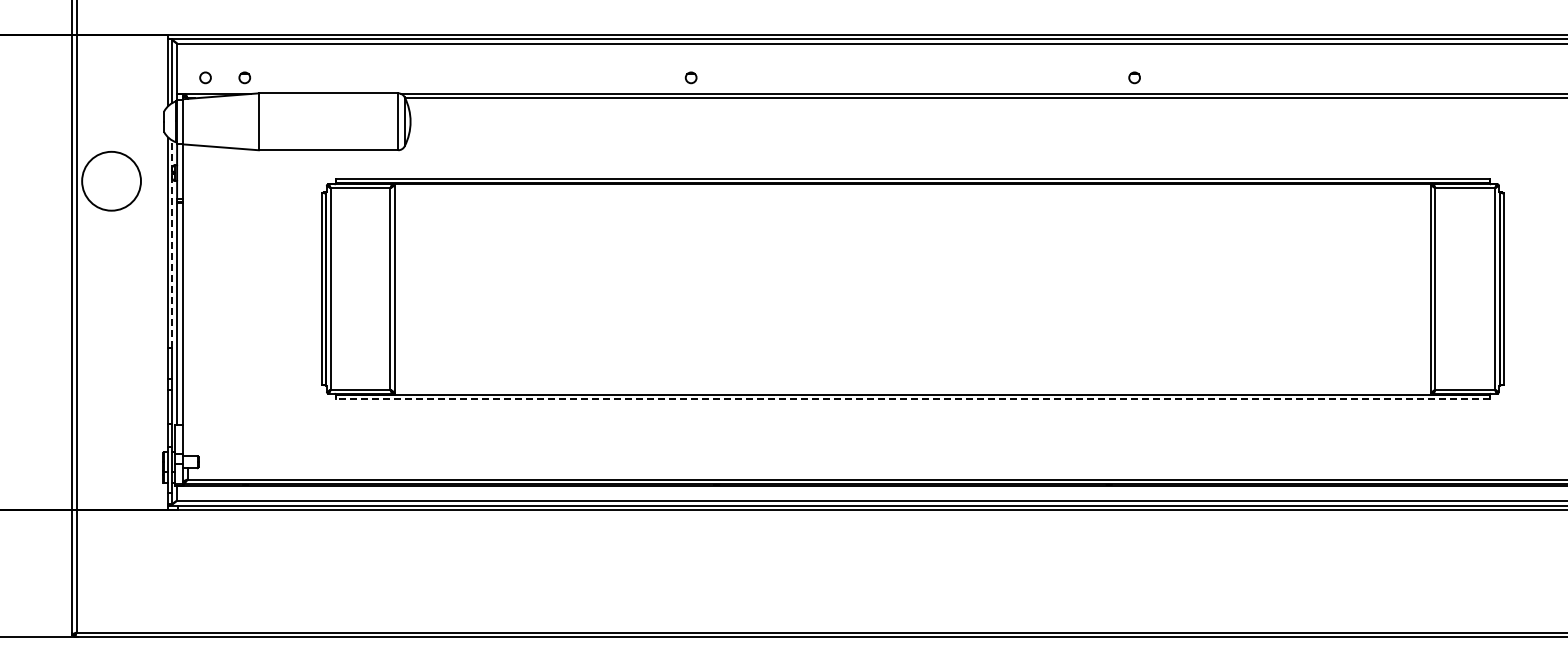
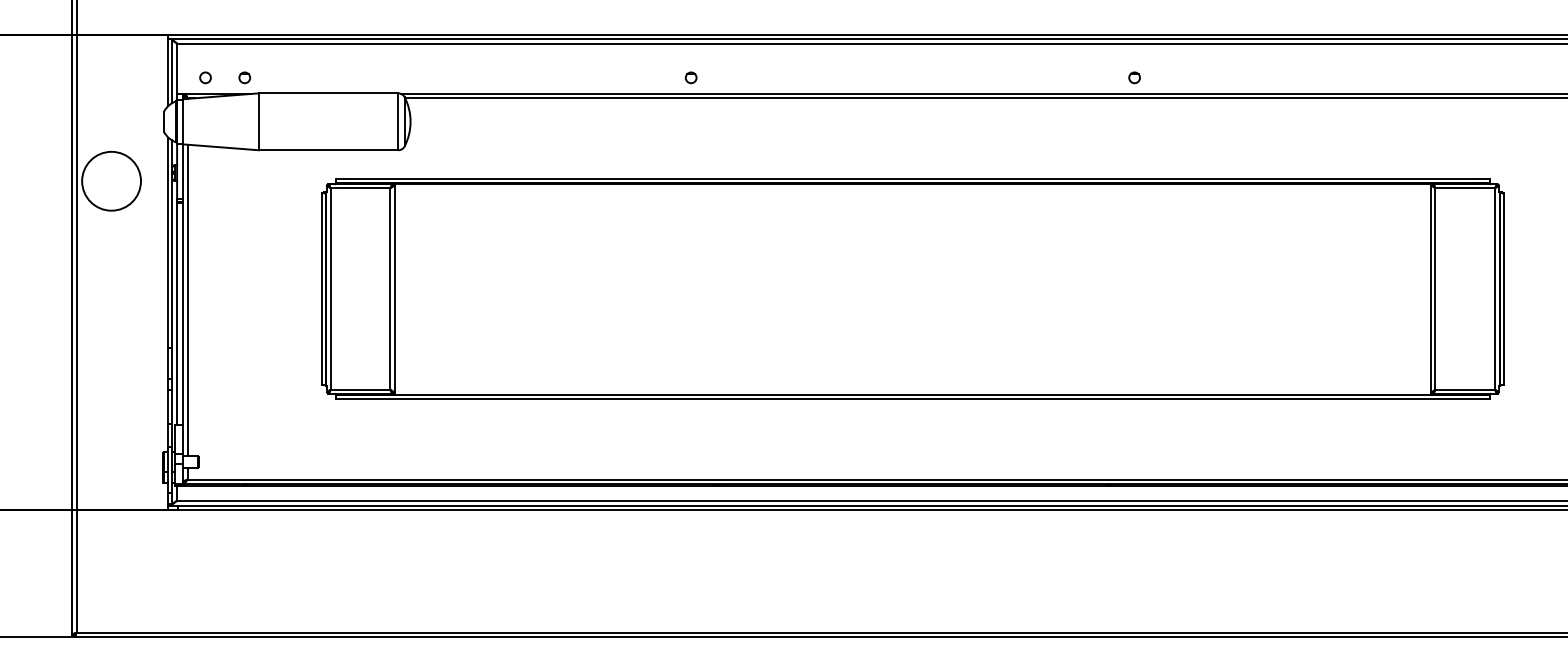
line at (172, 244): dashed -> solid
line at (187, 300): none -> present
line at (912, 399): dashed -> solid
